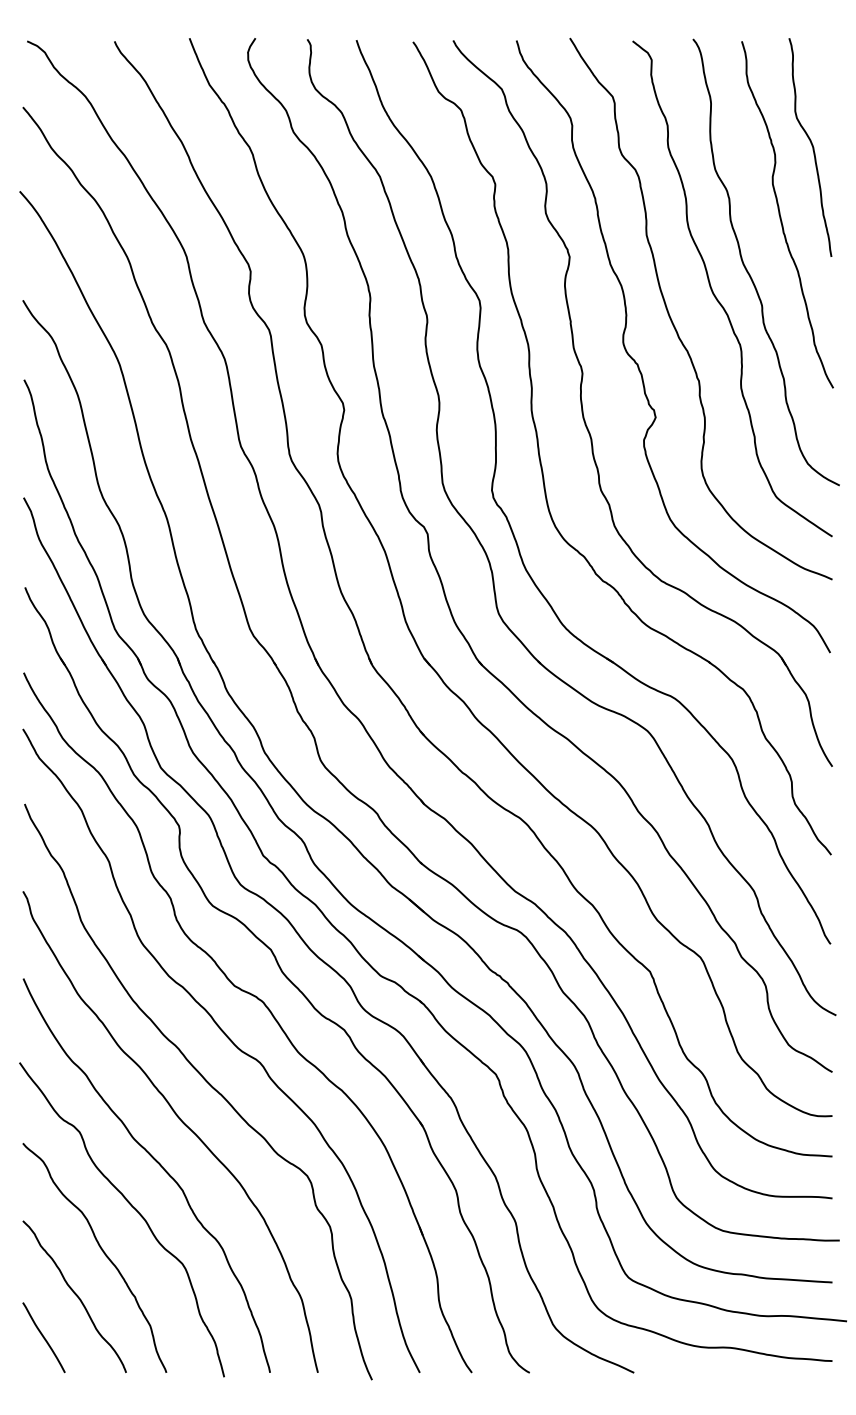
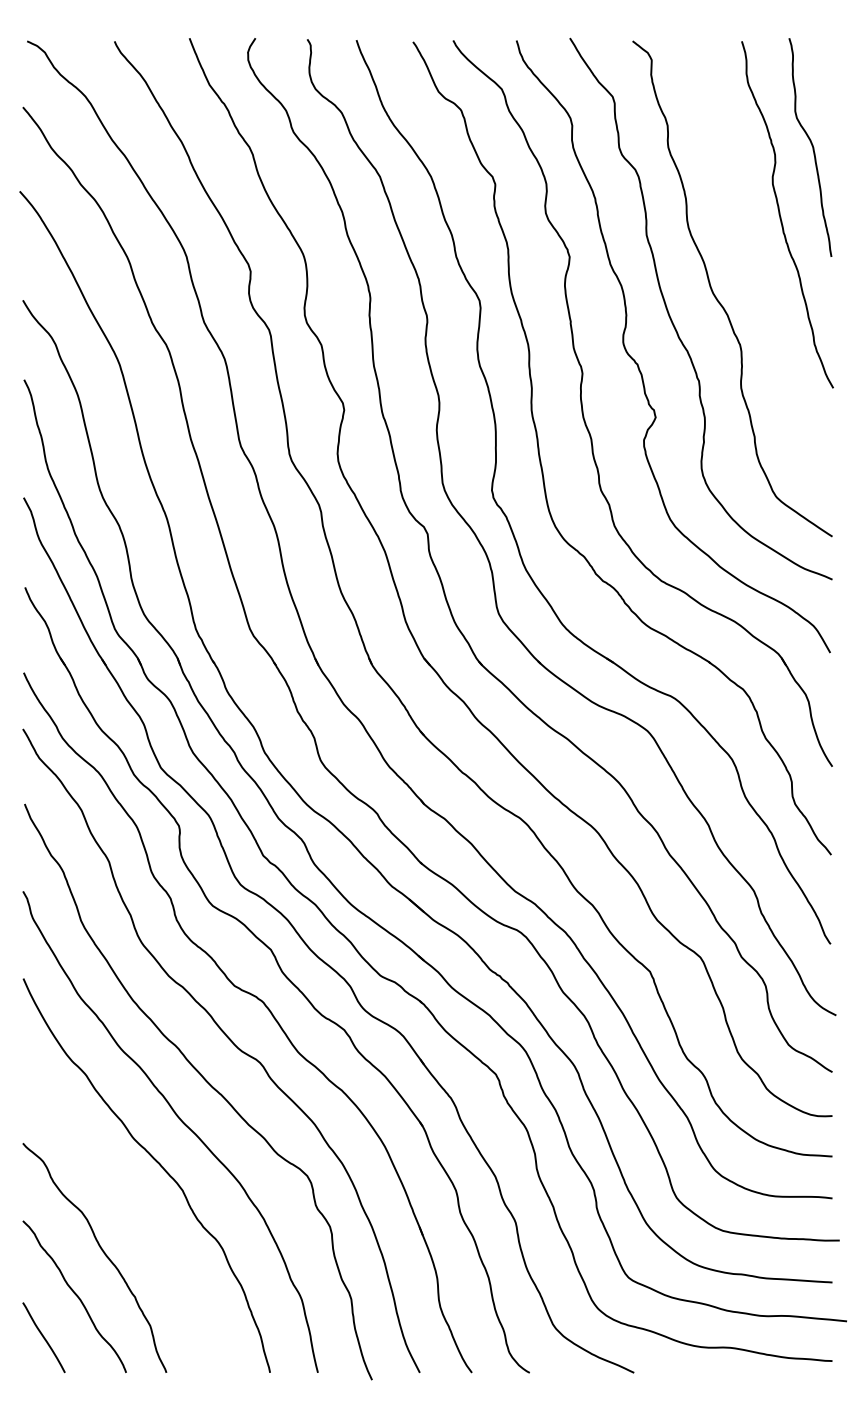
curve at (750, 274): present -> none
curve at (132, 1207): present -> none
